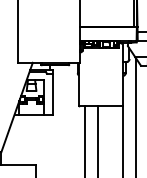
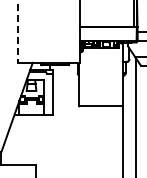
line at (18, 31): solid -> dashed
line at (85, 140): present -> none
line at (97, 140): present -> none
